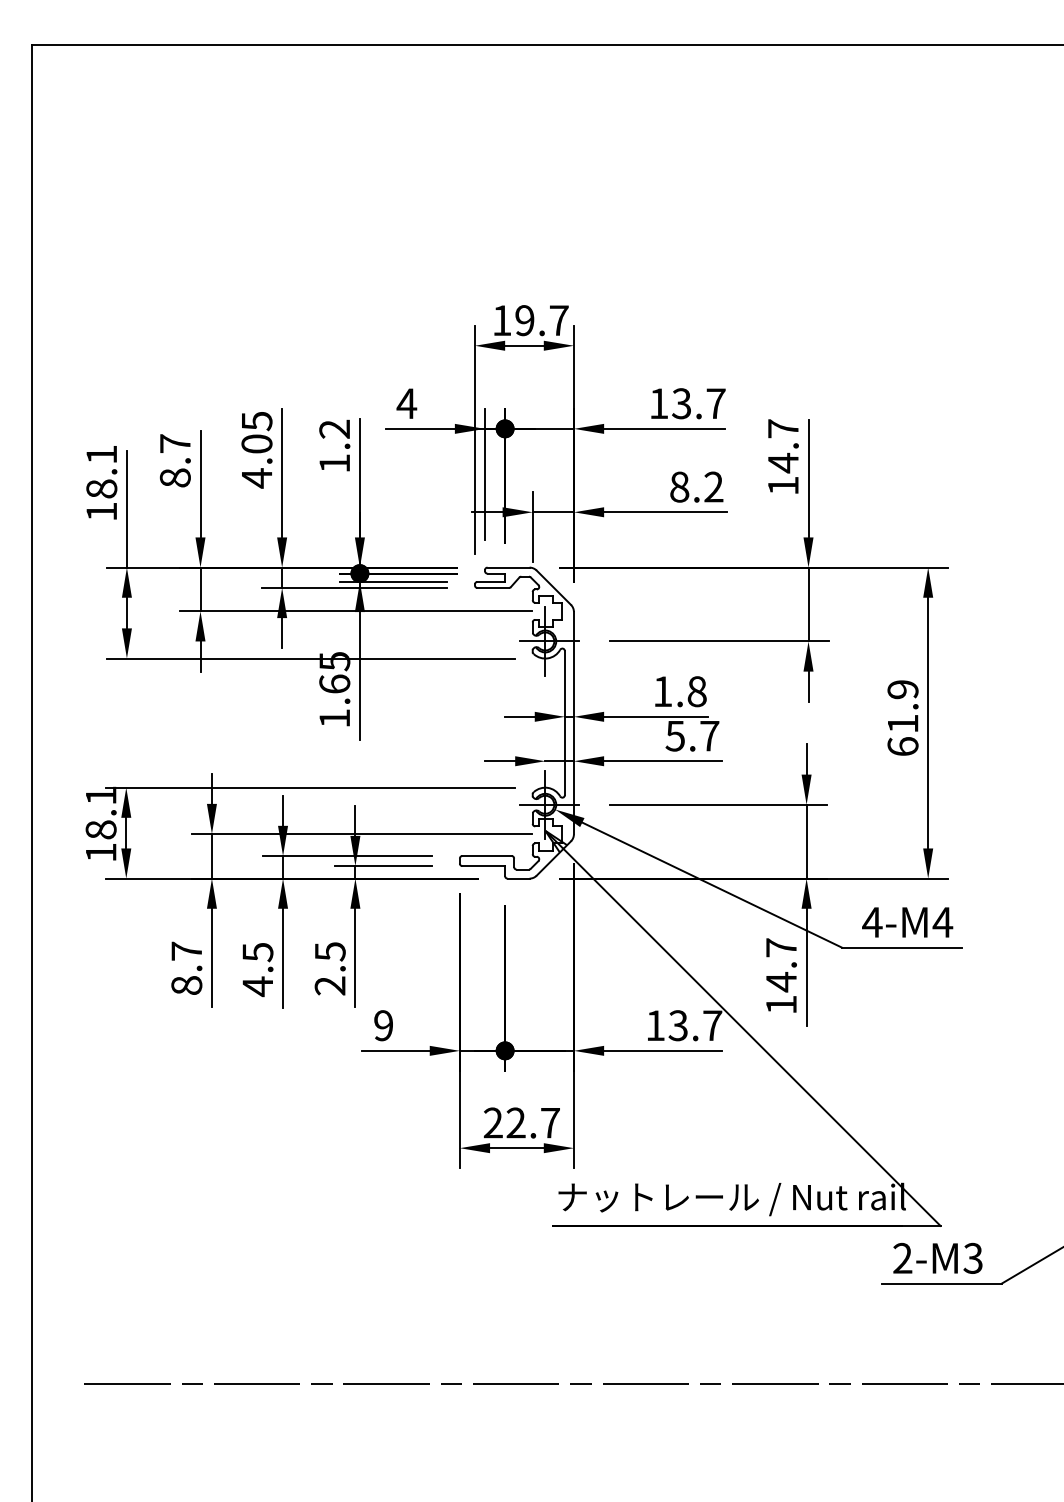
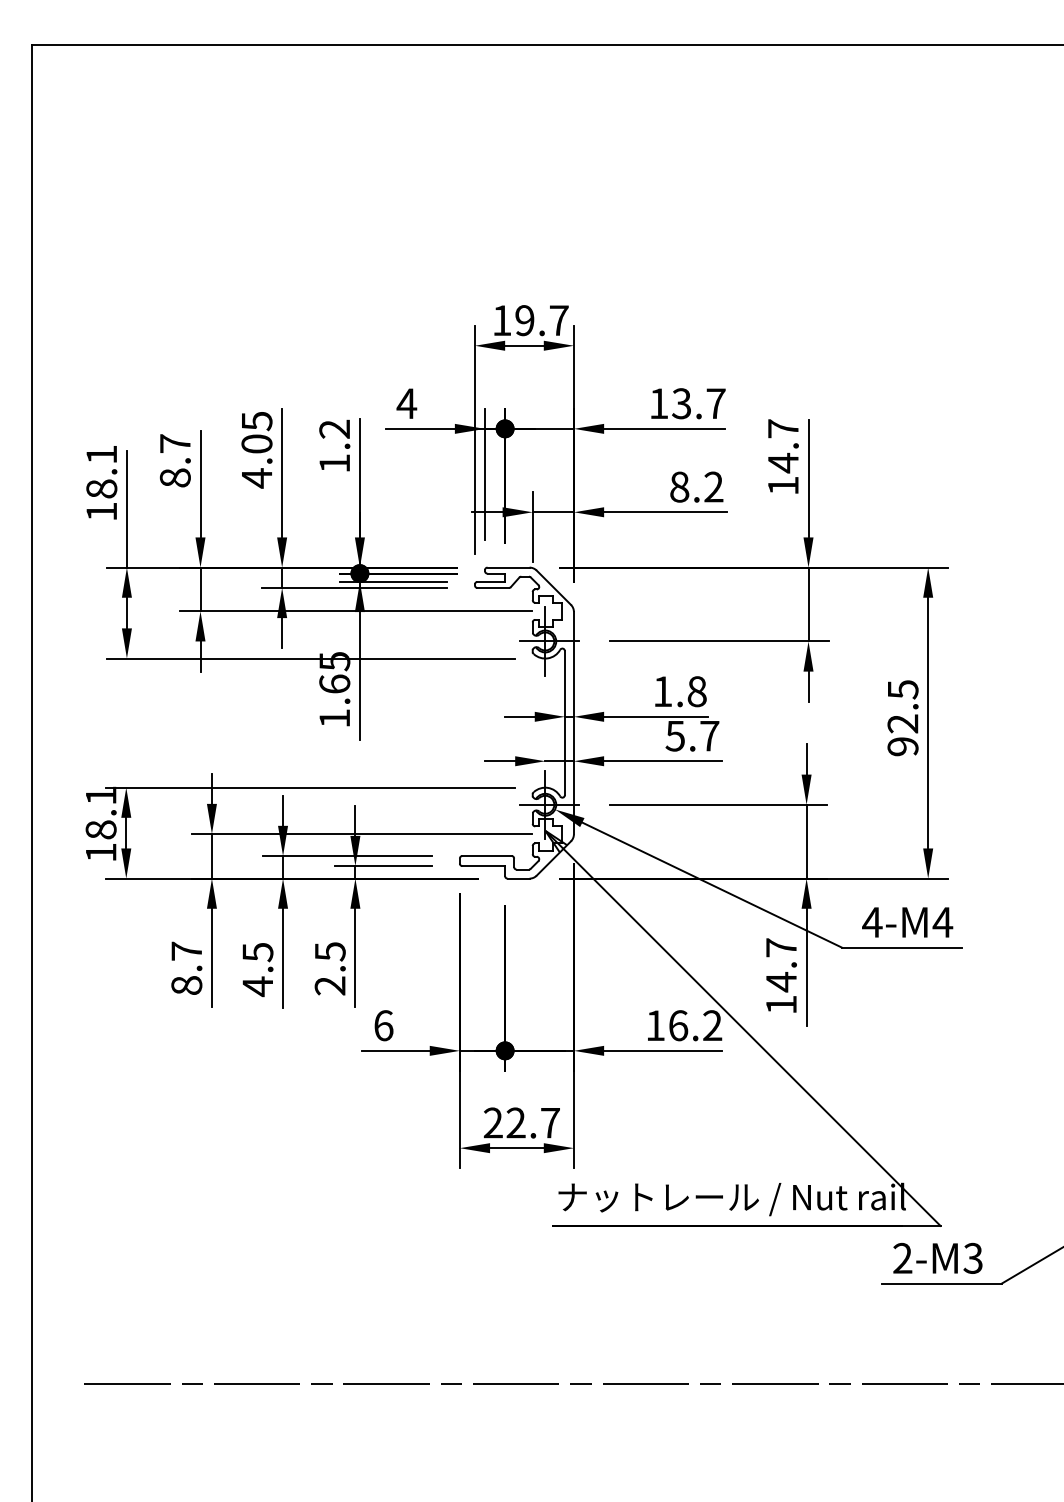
text at (902, 718): 61.9 -> 92.5
text at (383, 1025): 9 -> 6
text at (695, 1025): 13.7 -> 16.2
